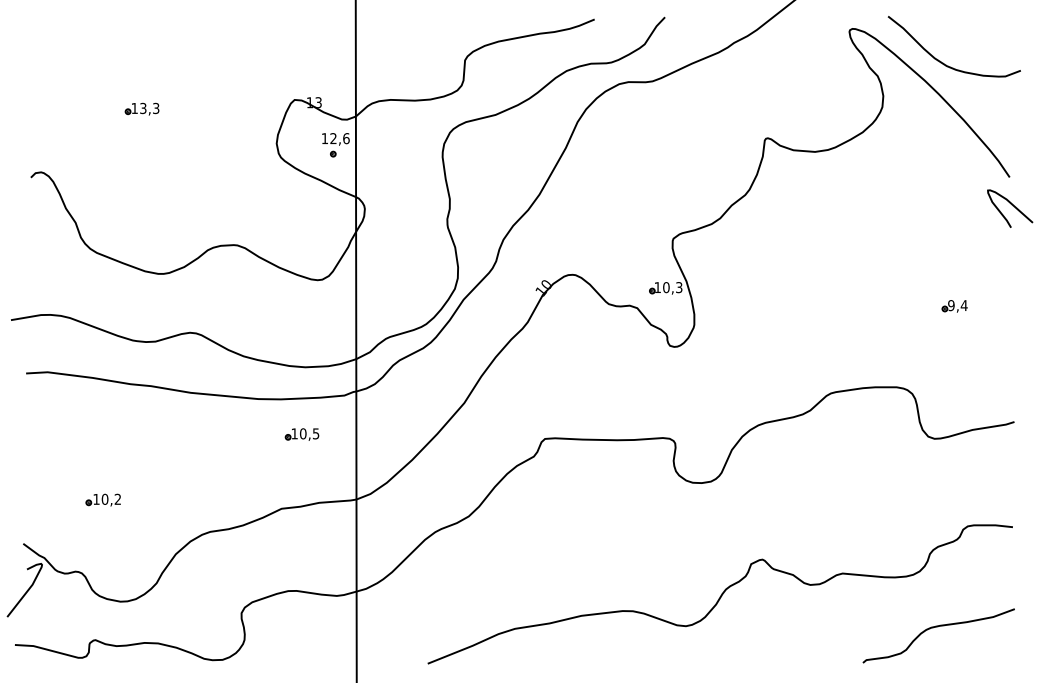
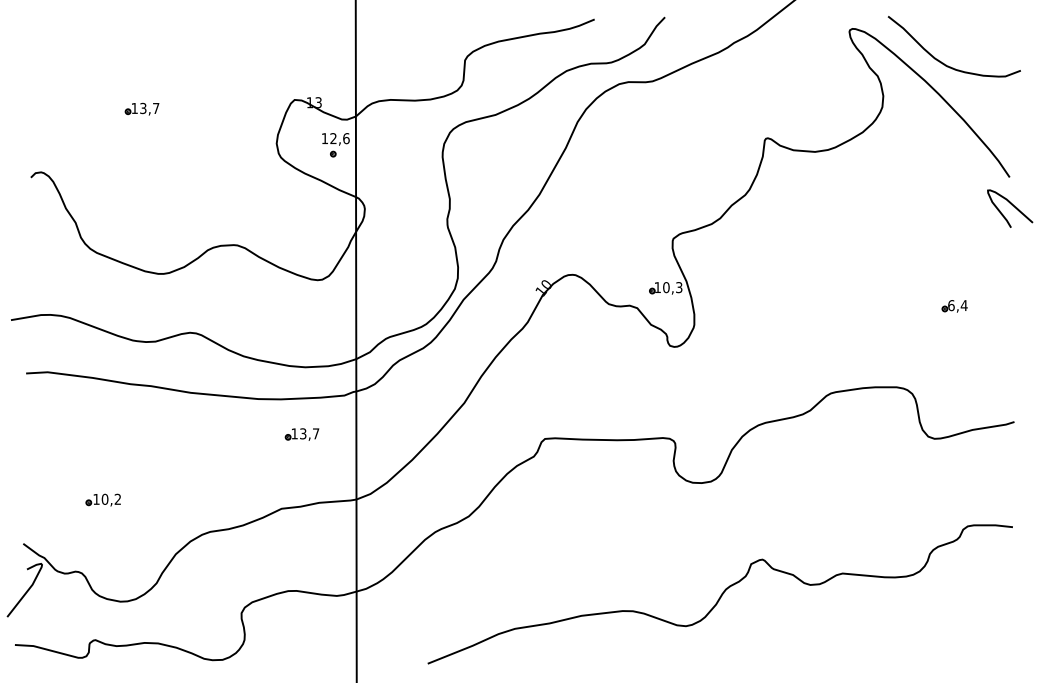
text at (156, 108): 13,3 -> 13,7
text at (951, 305): 9,4 -> 6,4
text at (309, 433): 10,5 -> 13,7
curve at (937, 627): present -> none
